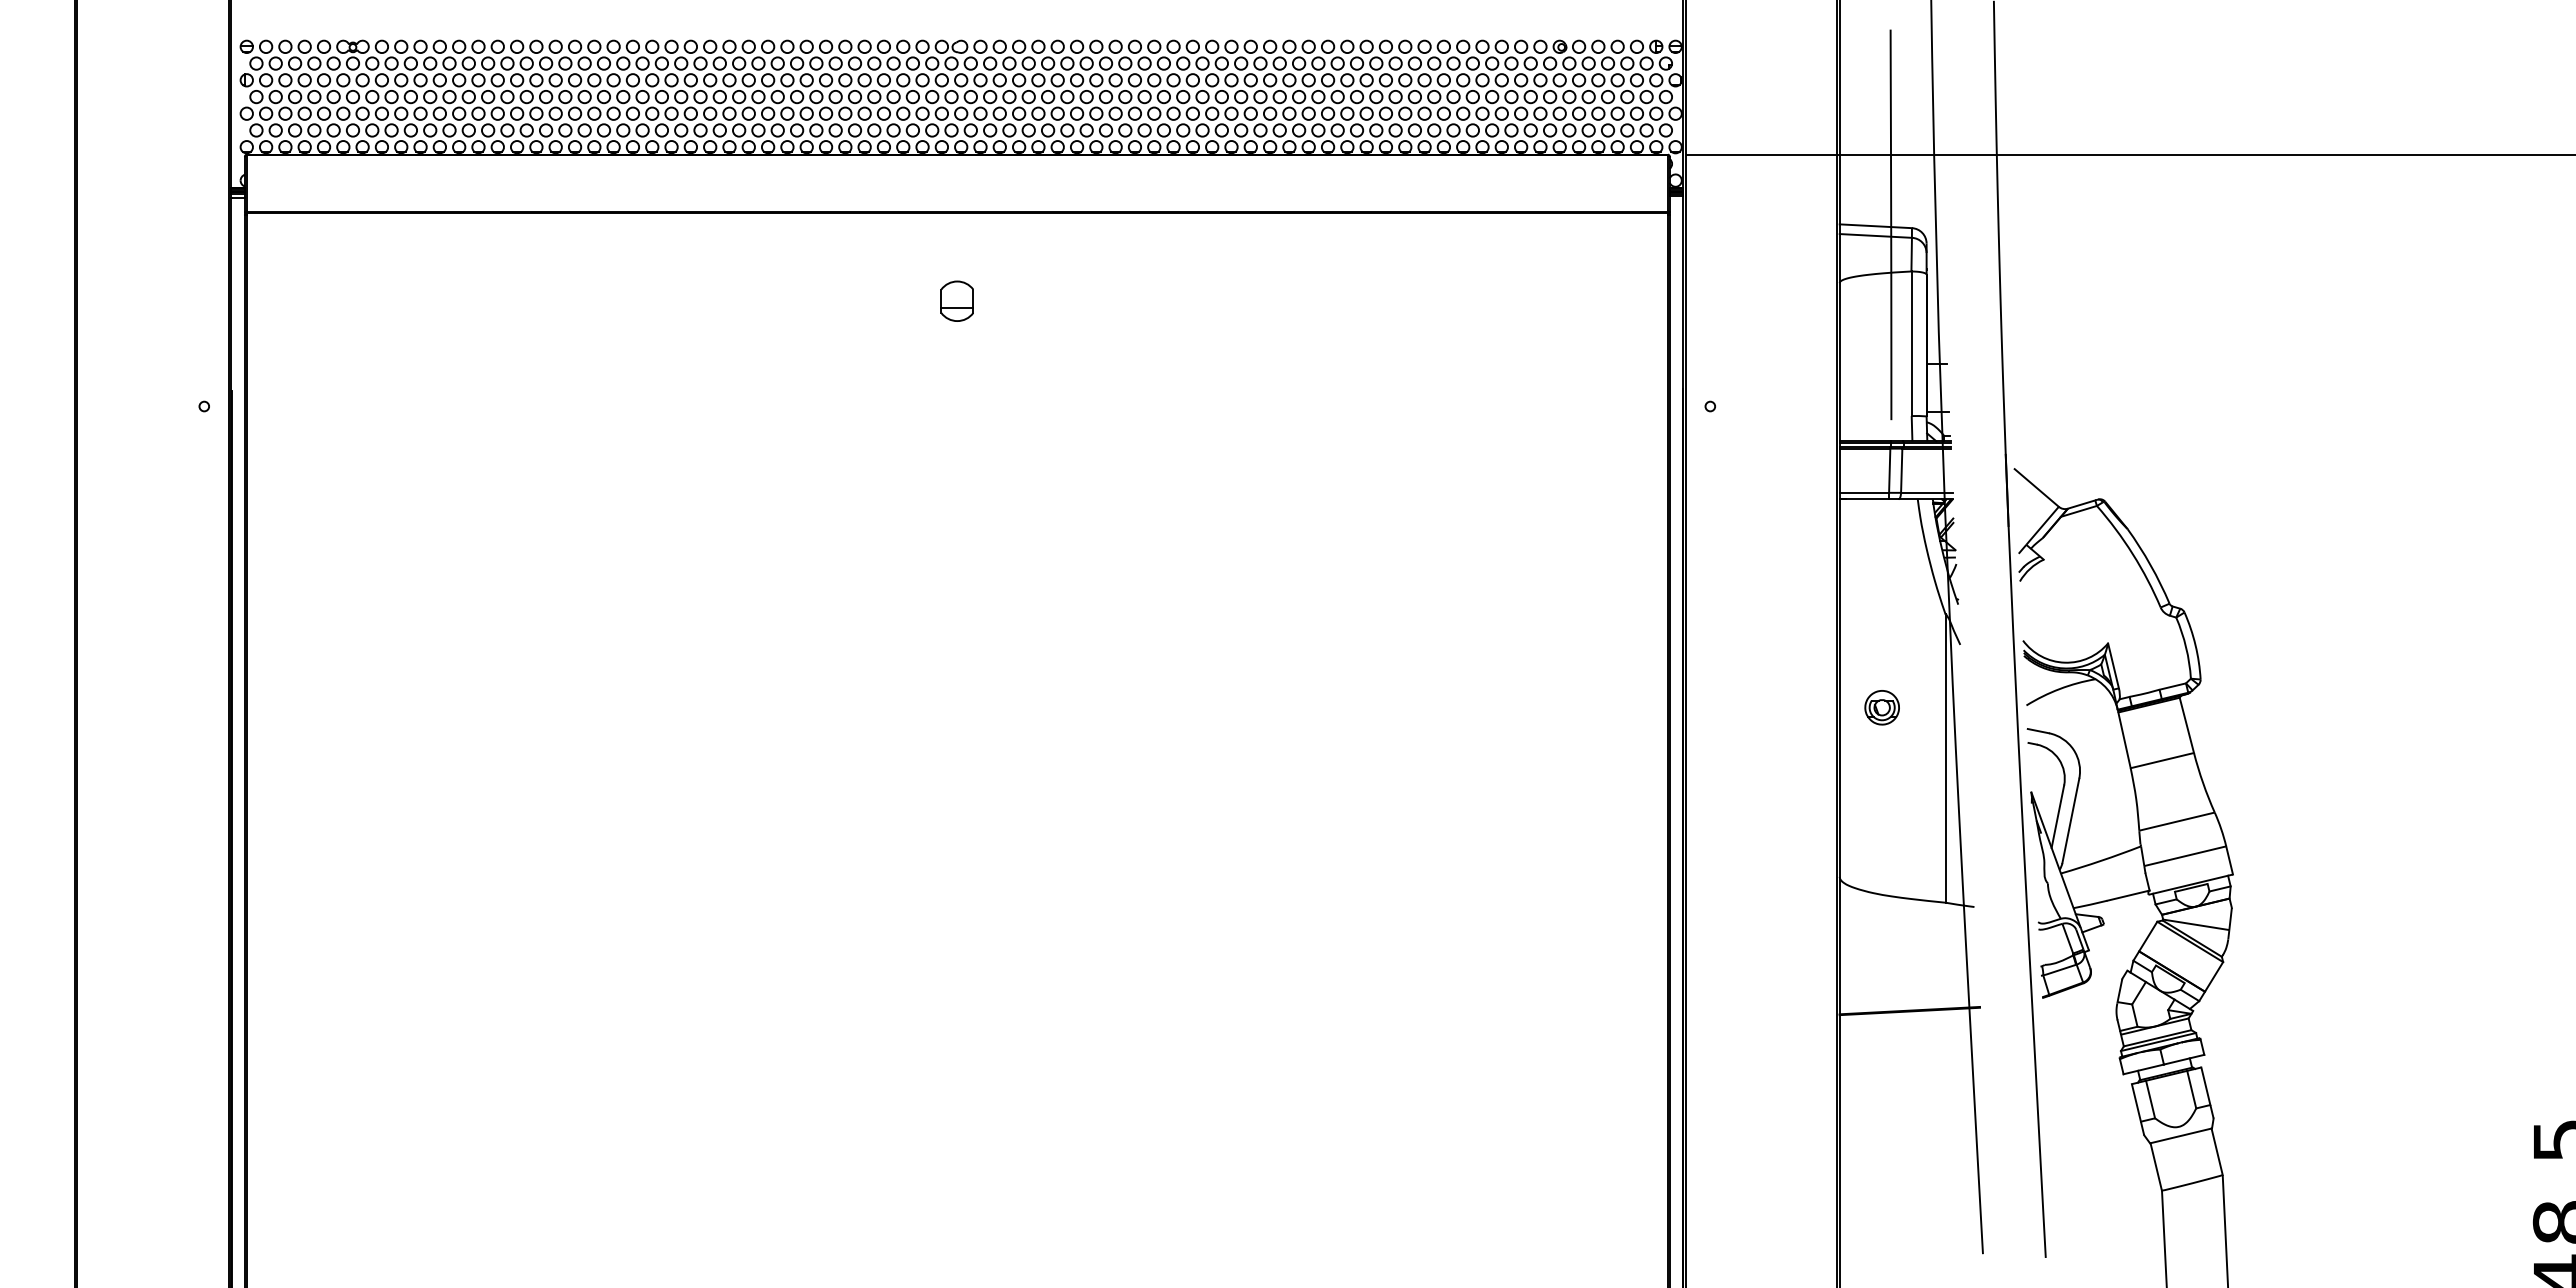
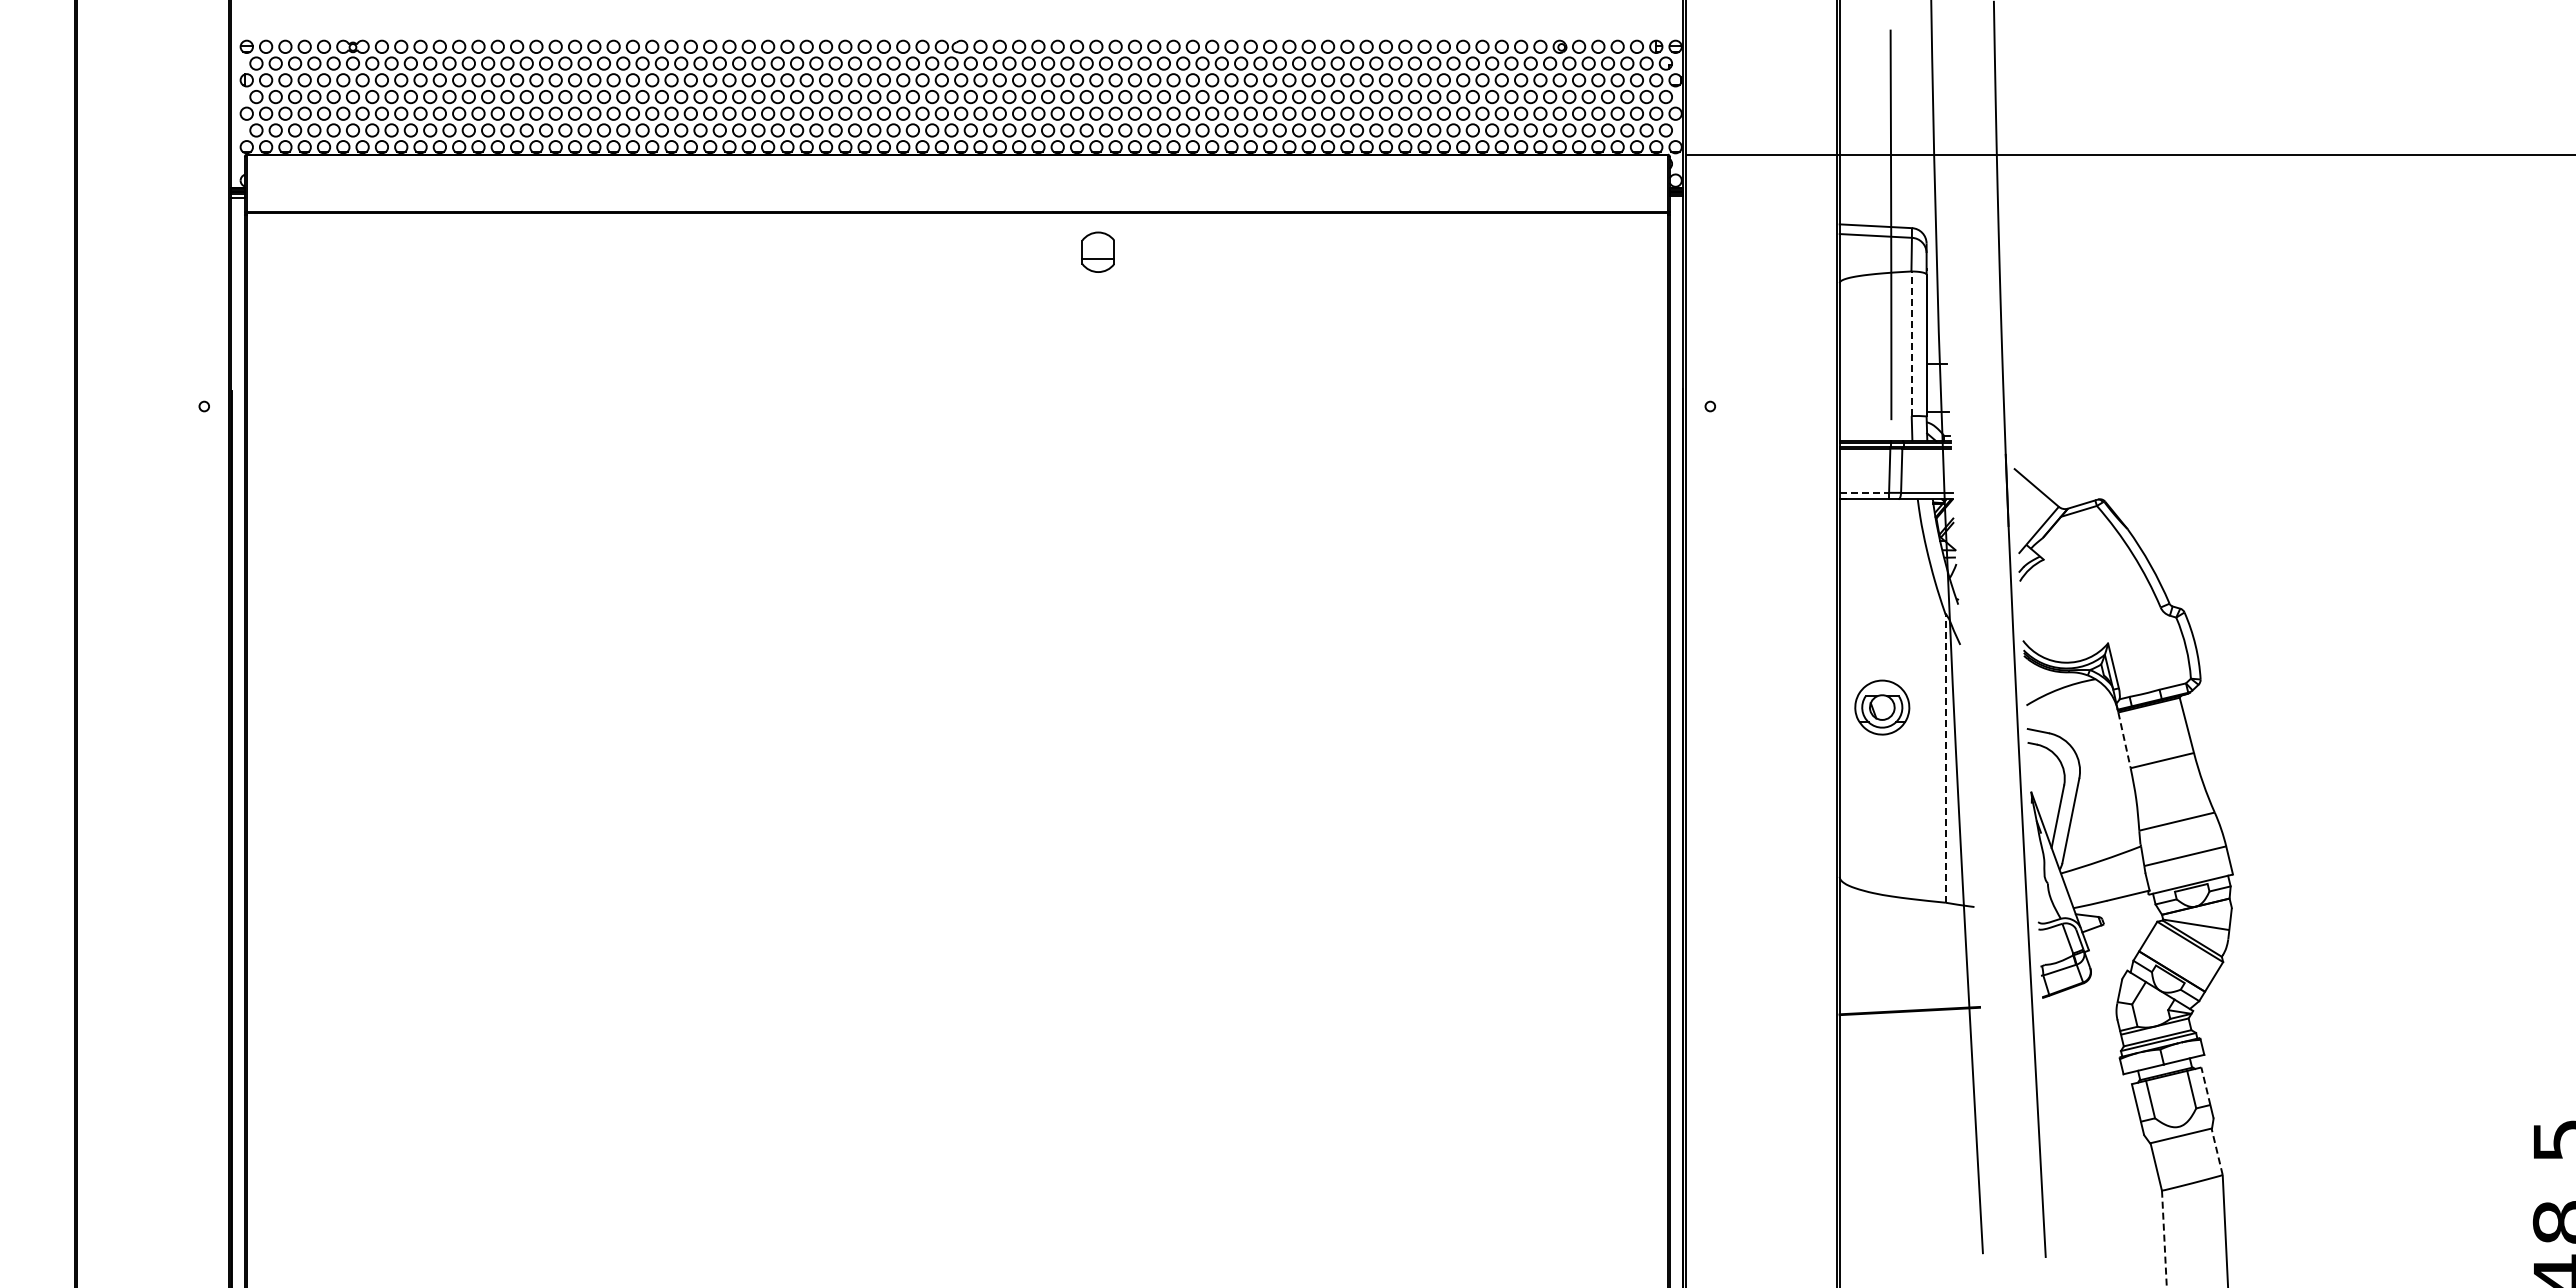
part at (956, 300) position: (956, 300) -> (1097, 251)
line at (1911, 343): solid -> dashed
line at (1864, 492): solid -> dashed
part at (1881, 707) size: 36x36 px -> 57x57 px
line at (2124, 740): solid -> dashed
line at (1945, 758): solid -> dashed
line at (2205, 1085): solid -> dashed
line at (2217, 1151): solid -> dashed
line at (2164, 1239): solid -> dashed
